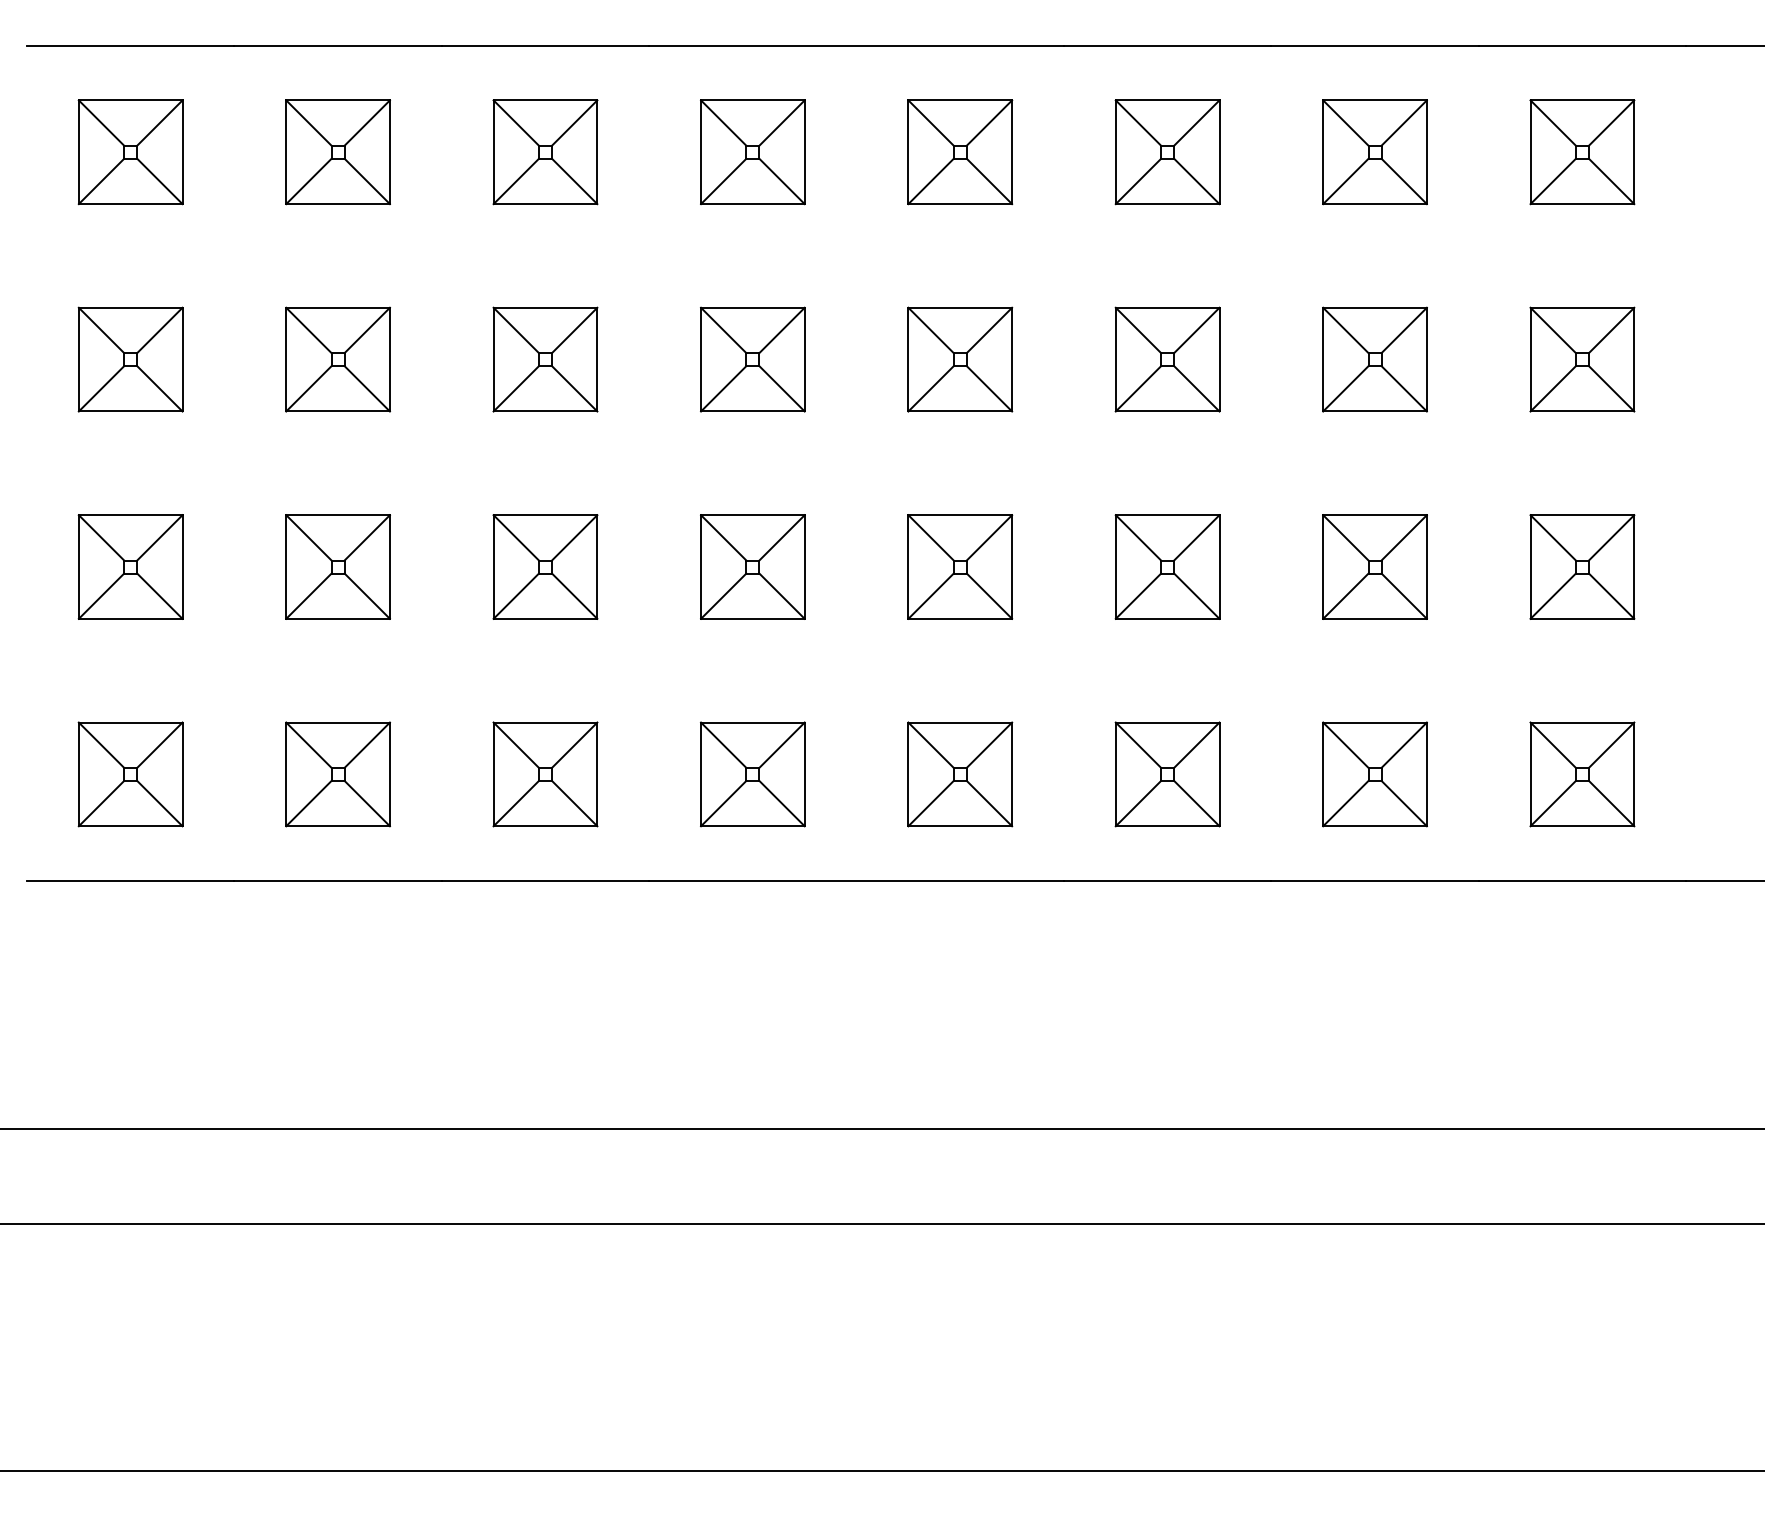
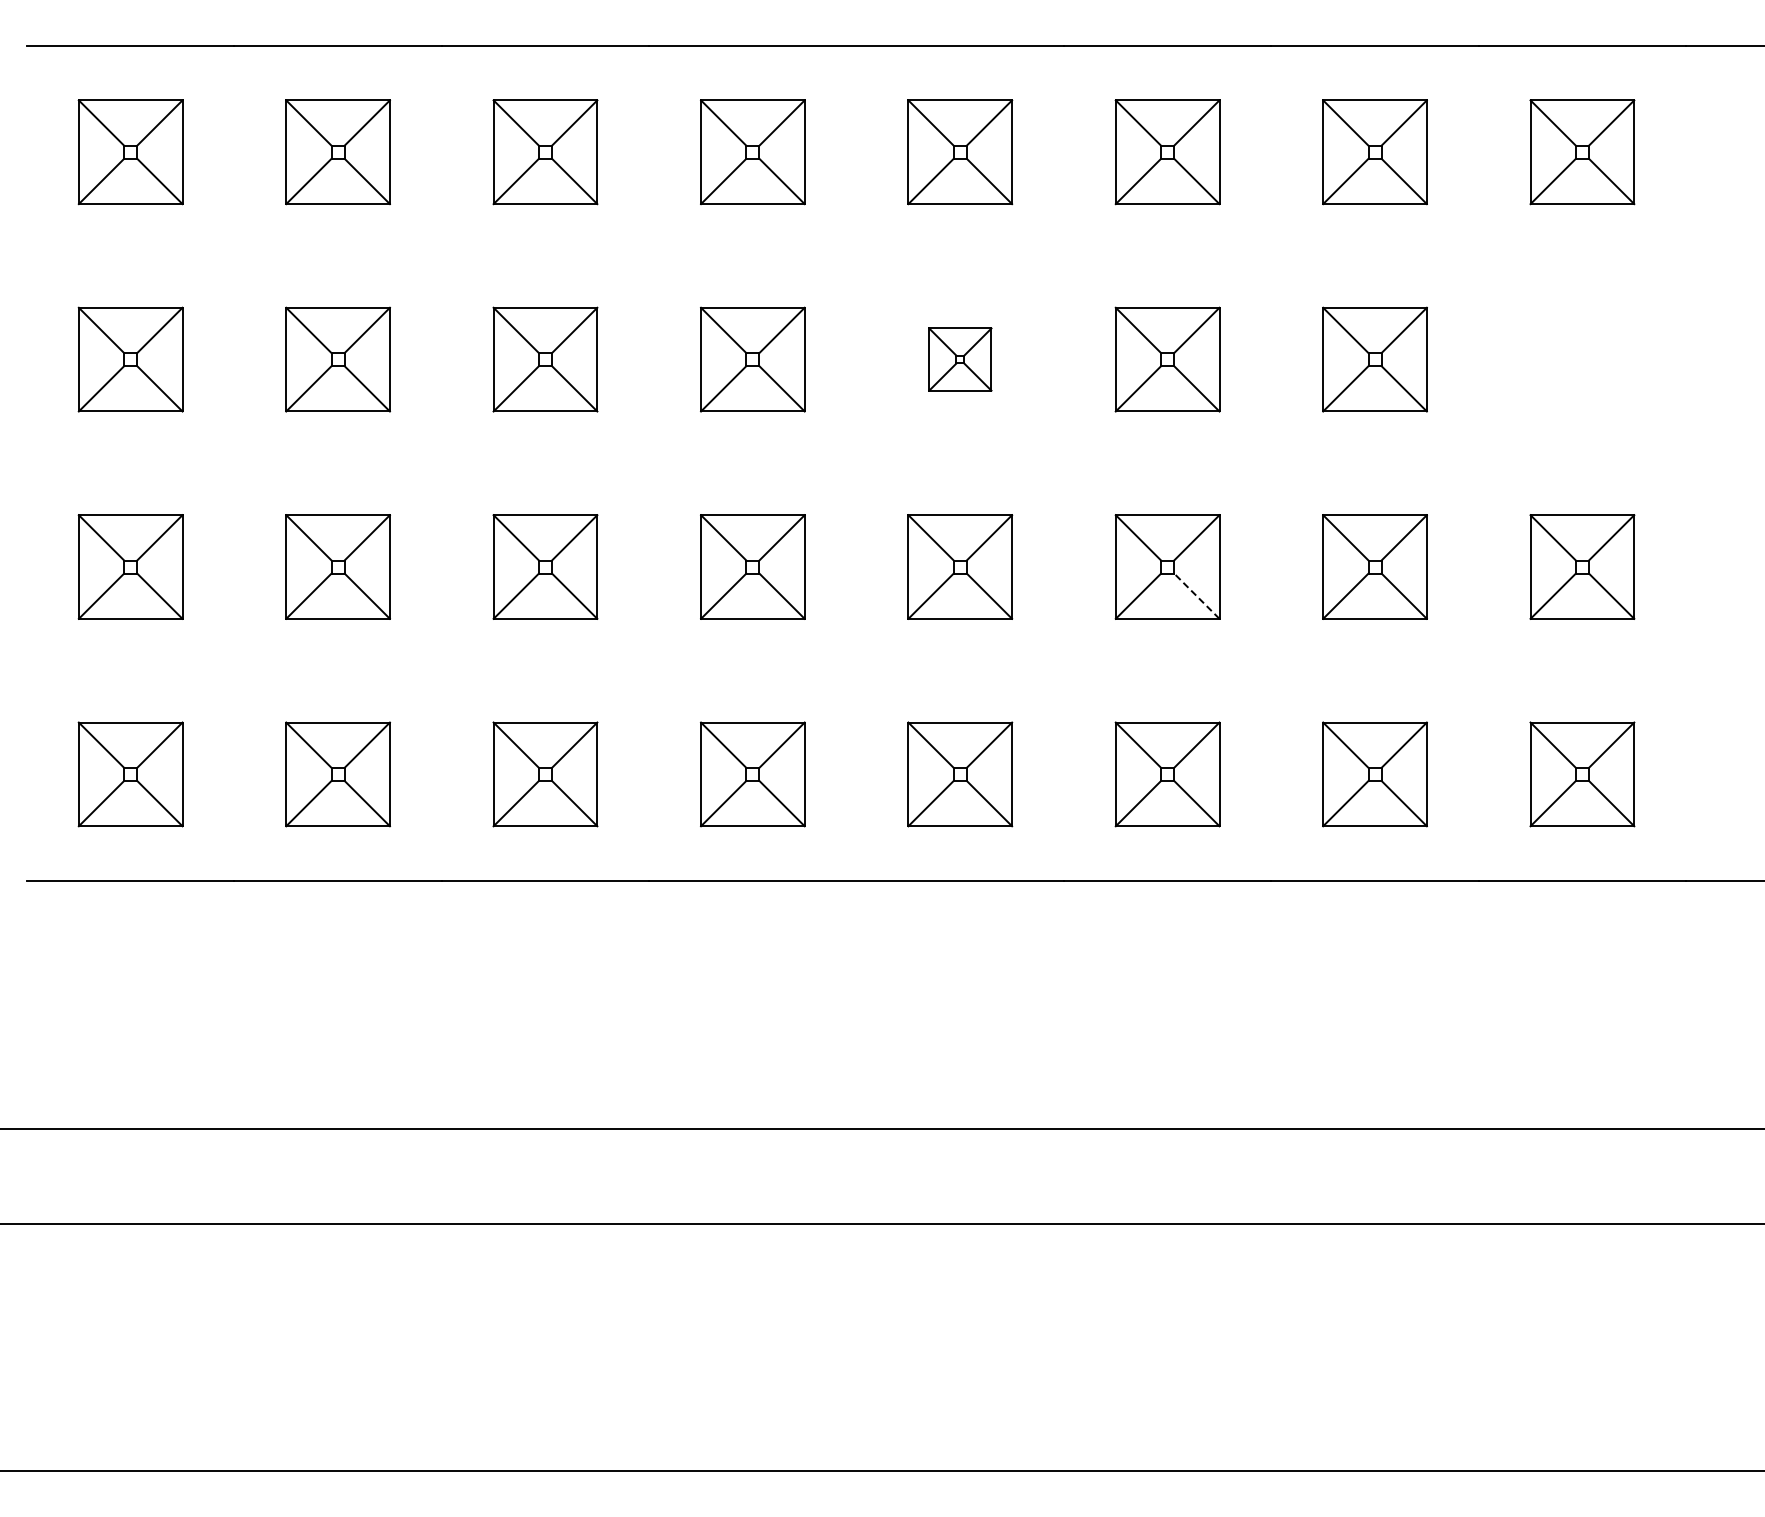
part at (960, 359) size: 107x107 px -> 65x65 px
part at (1582, 359): present -> none
line at (1196, 595): solid -> dashed
